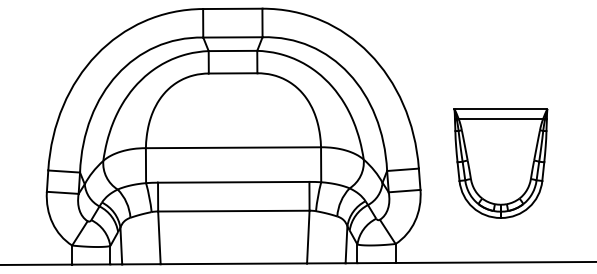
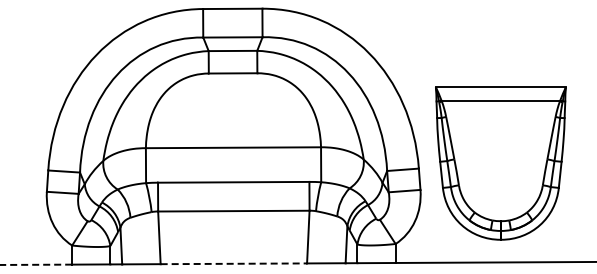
part at (500, 163) size: 96x111 px -> 132x155 px
line at (234, 263): solid -> dashed
line at (36, 264): solid -> dashed
